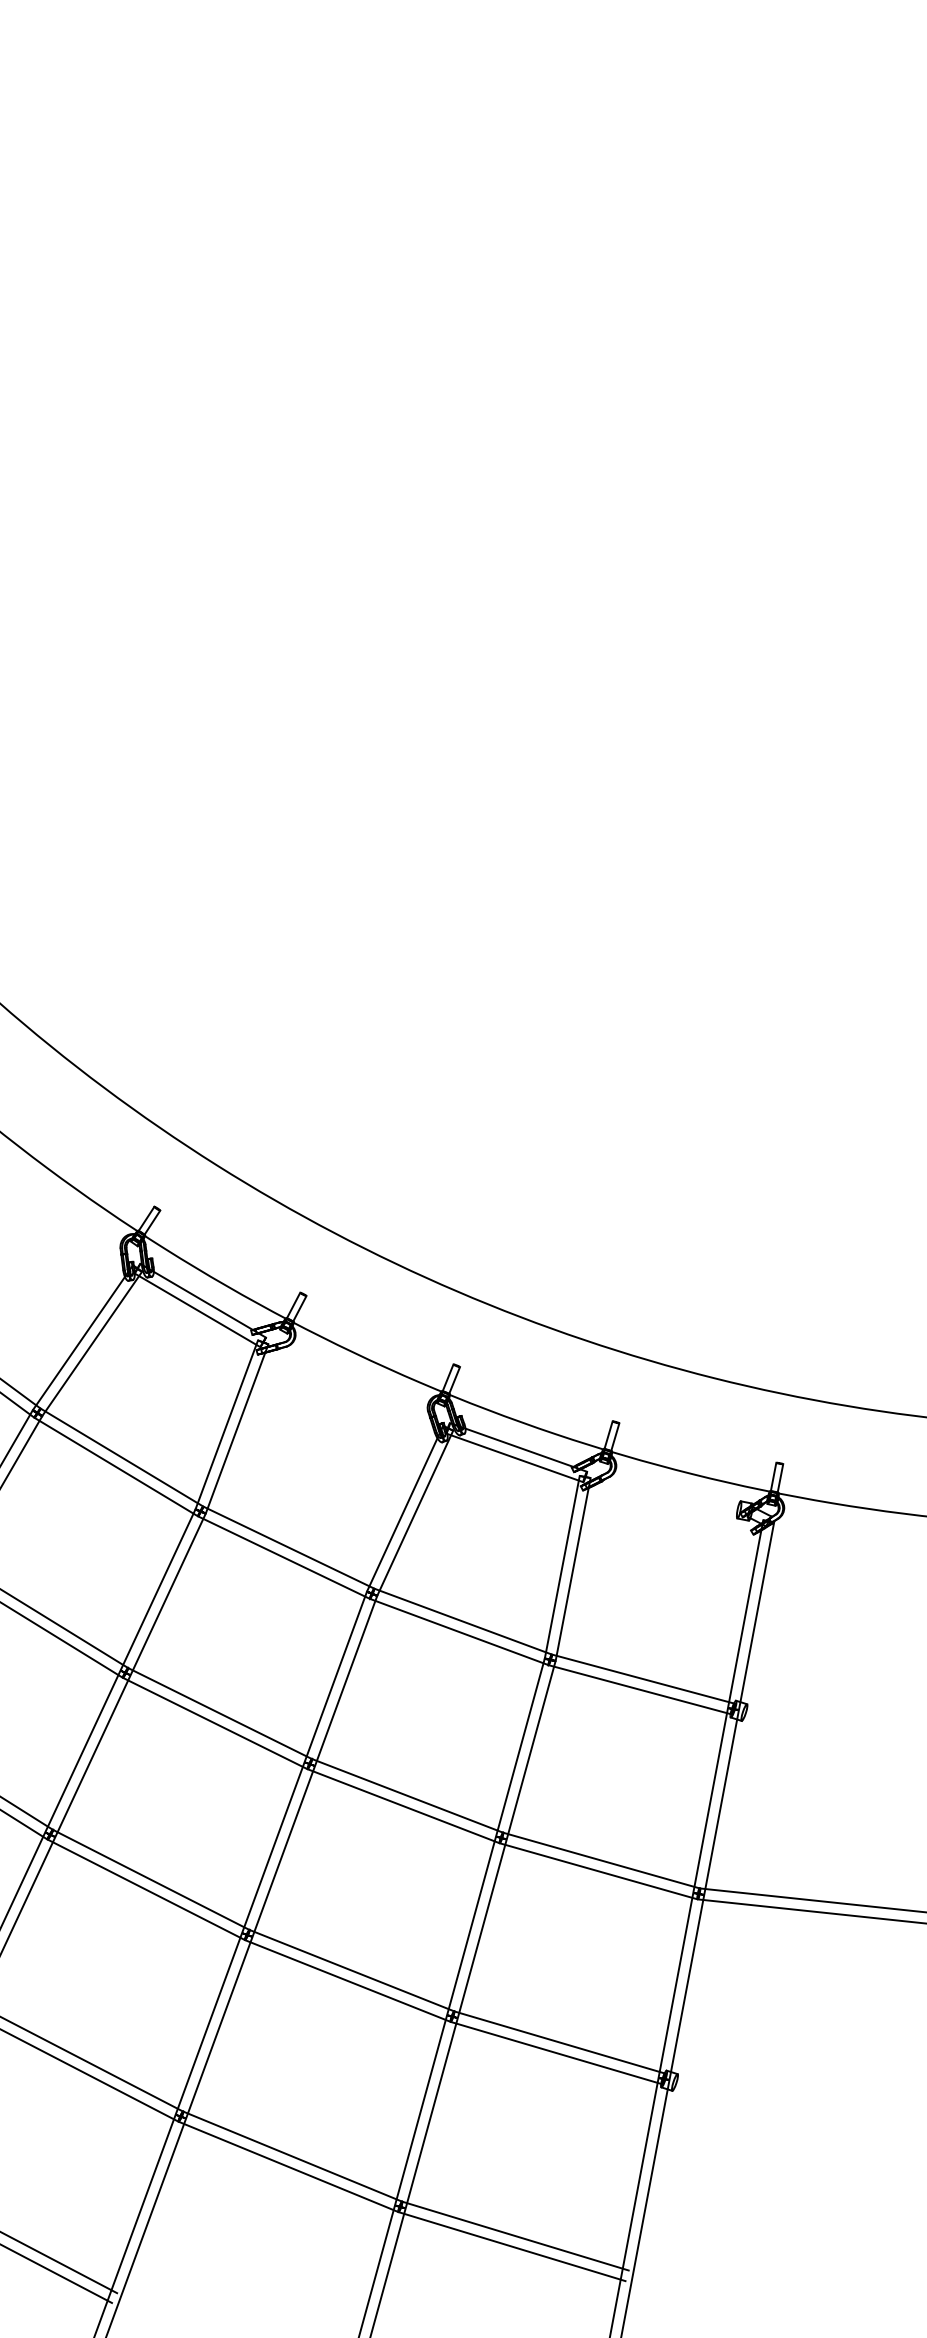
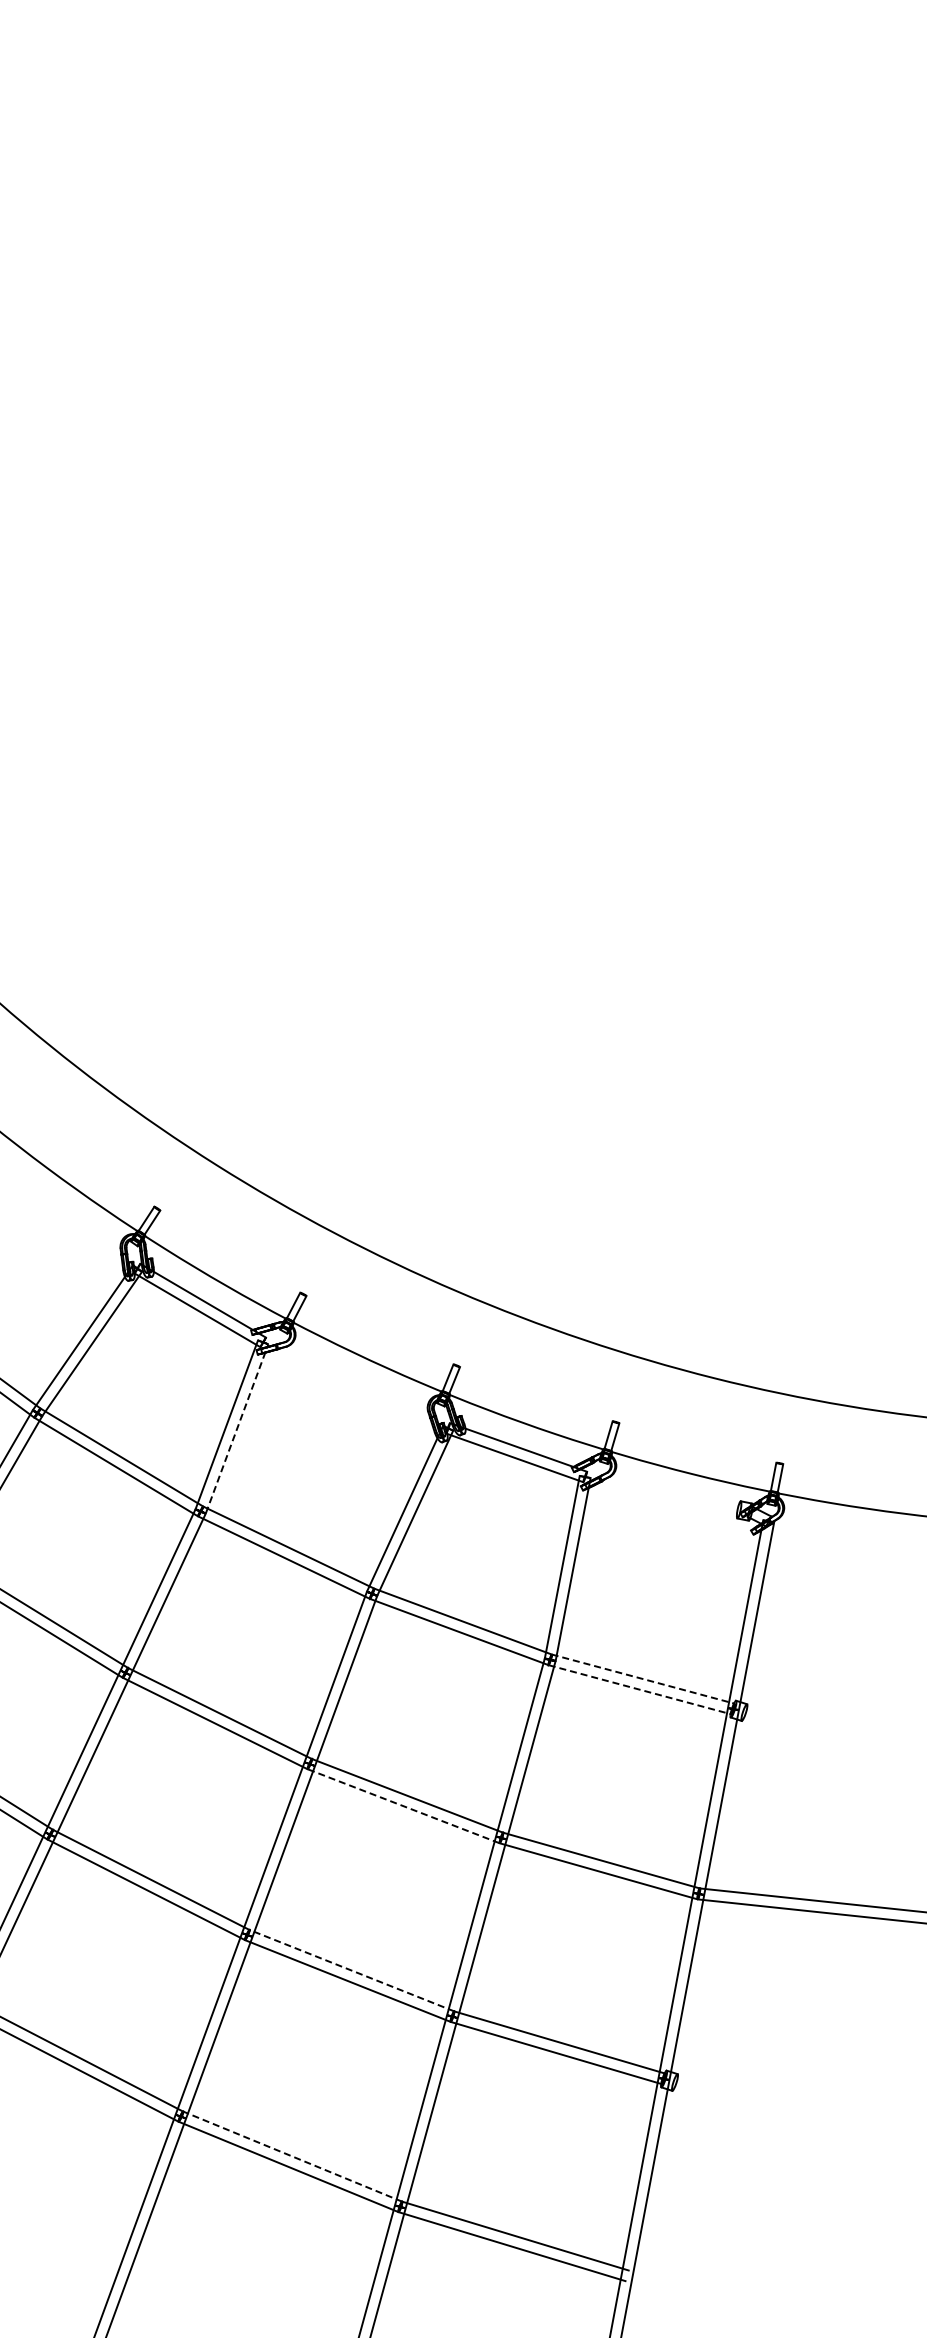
line at (237, 1428): solid -> dashed
line at (643, 1679): solid -> dashed
line at (640, 1689): solid -> dashed
line at (403, 1806): solid -> dashed
line at (351, 1970): solid -> dashed
line at (292, 2156): solid -> dashed
line at (59, 2262): present -> none
line at (56, 2273): present -> none
